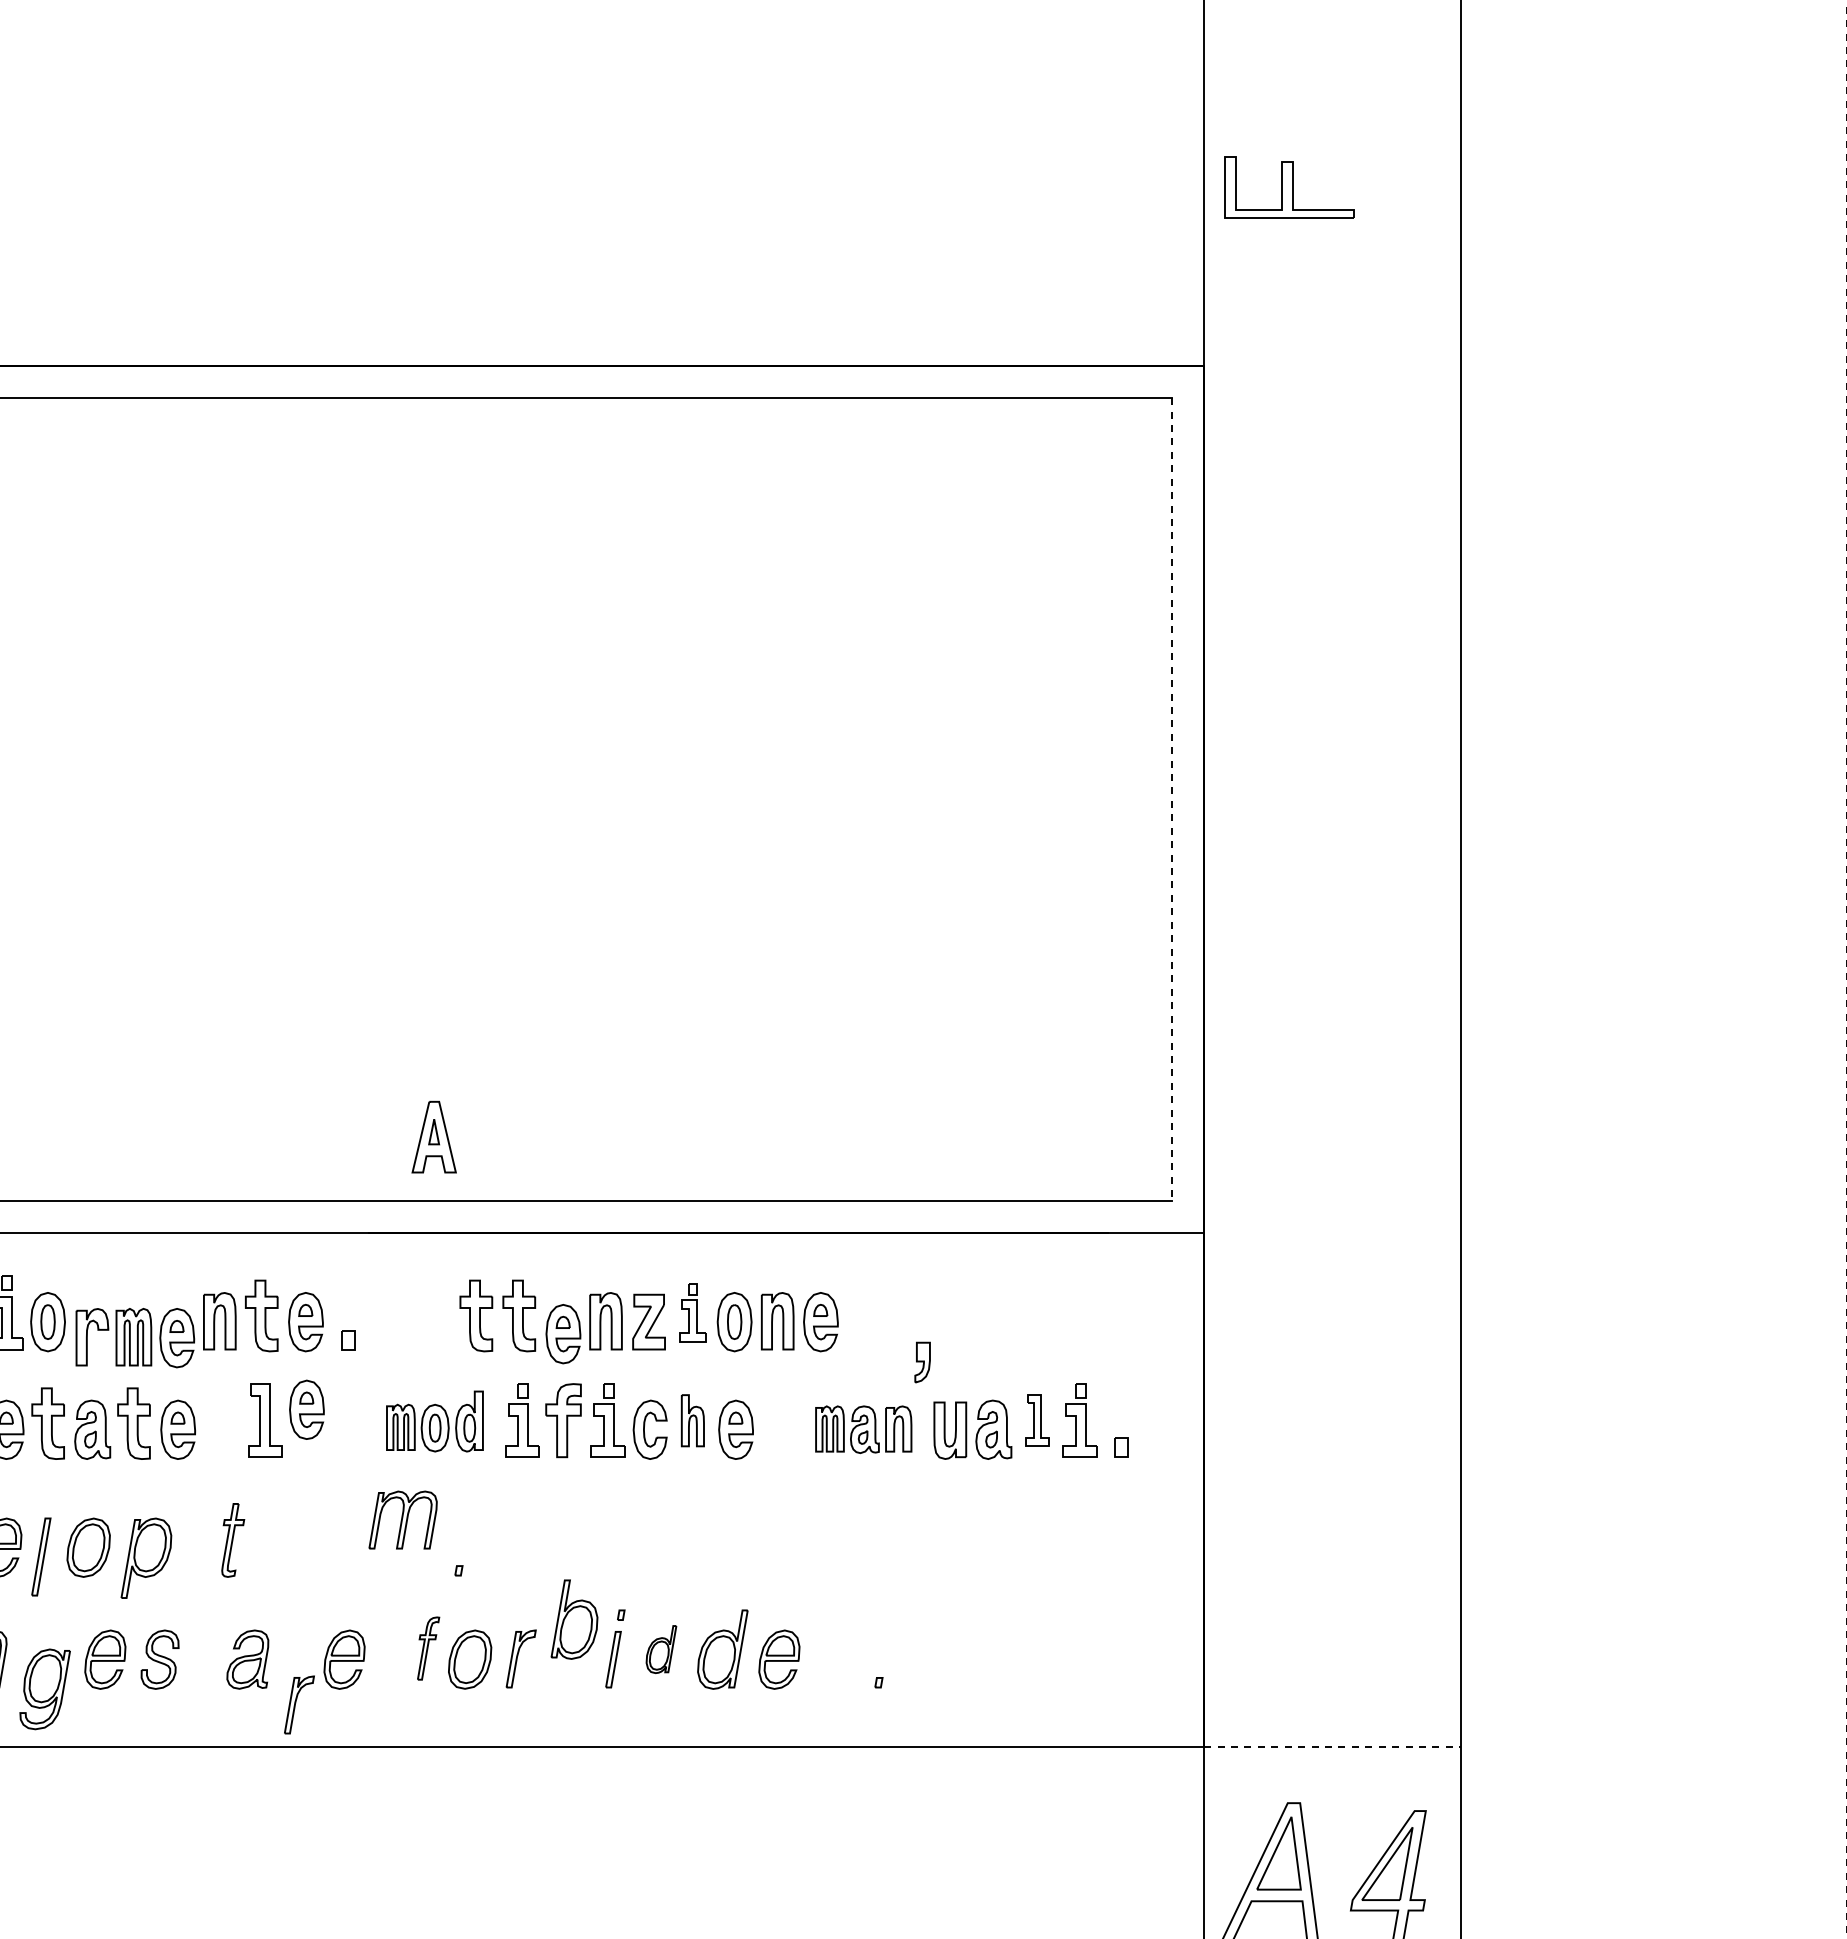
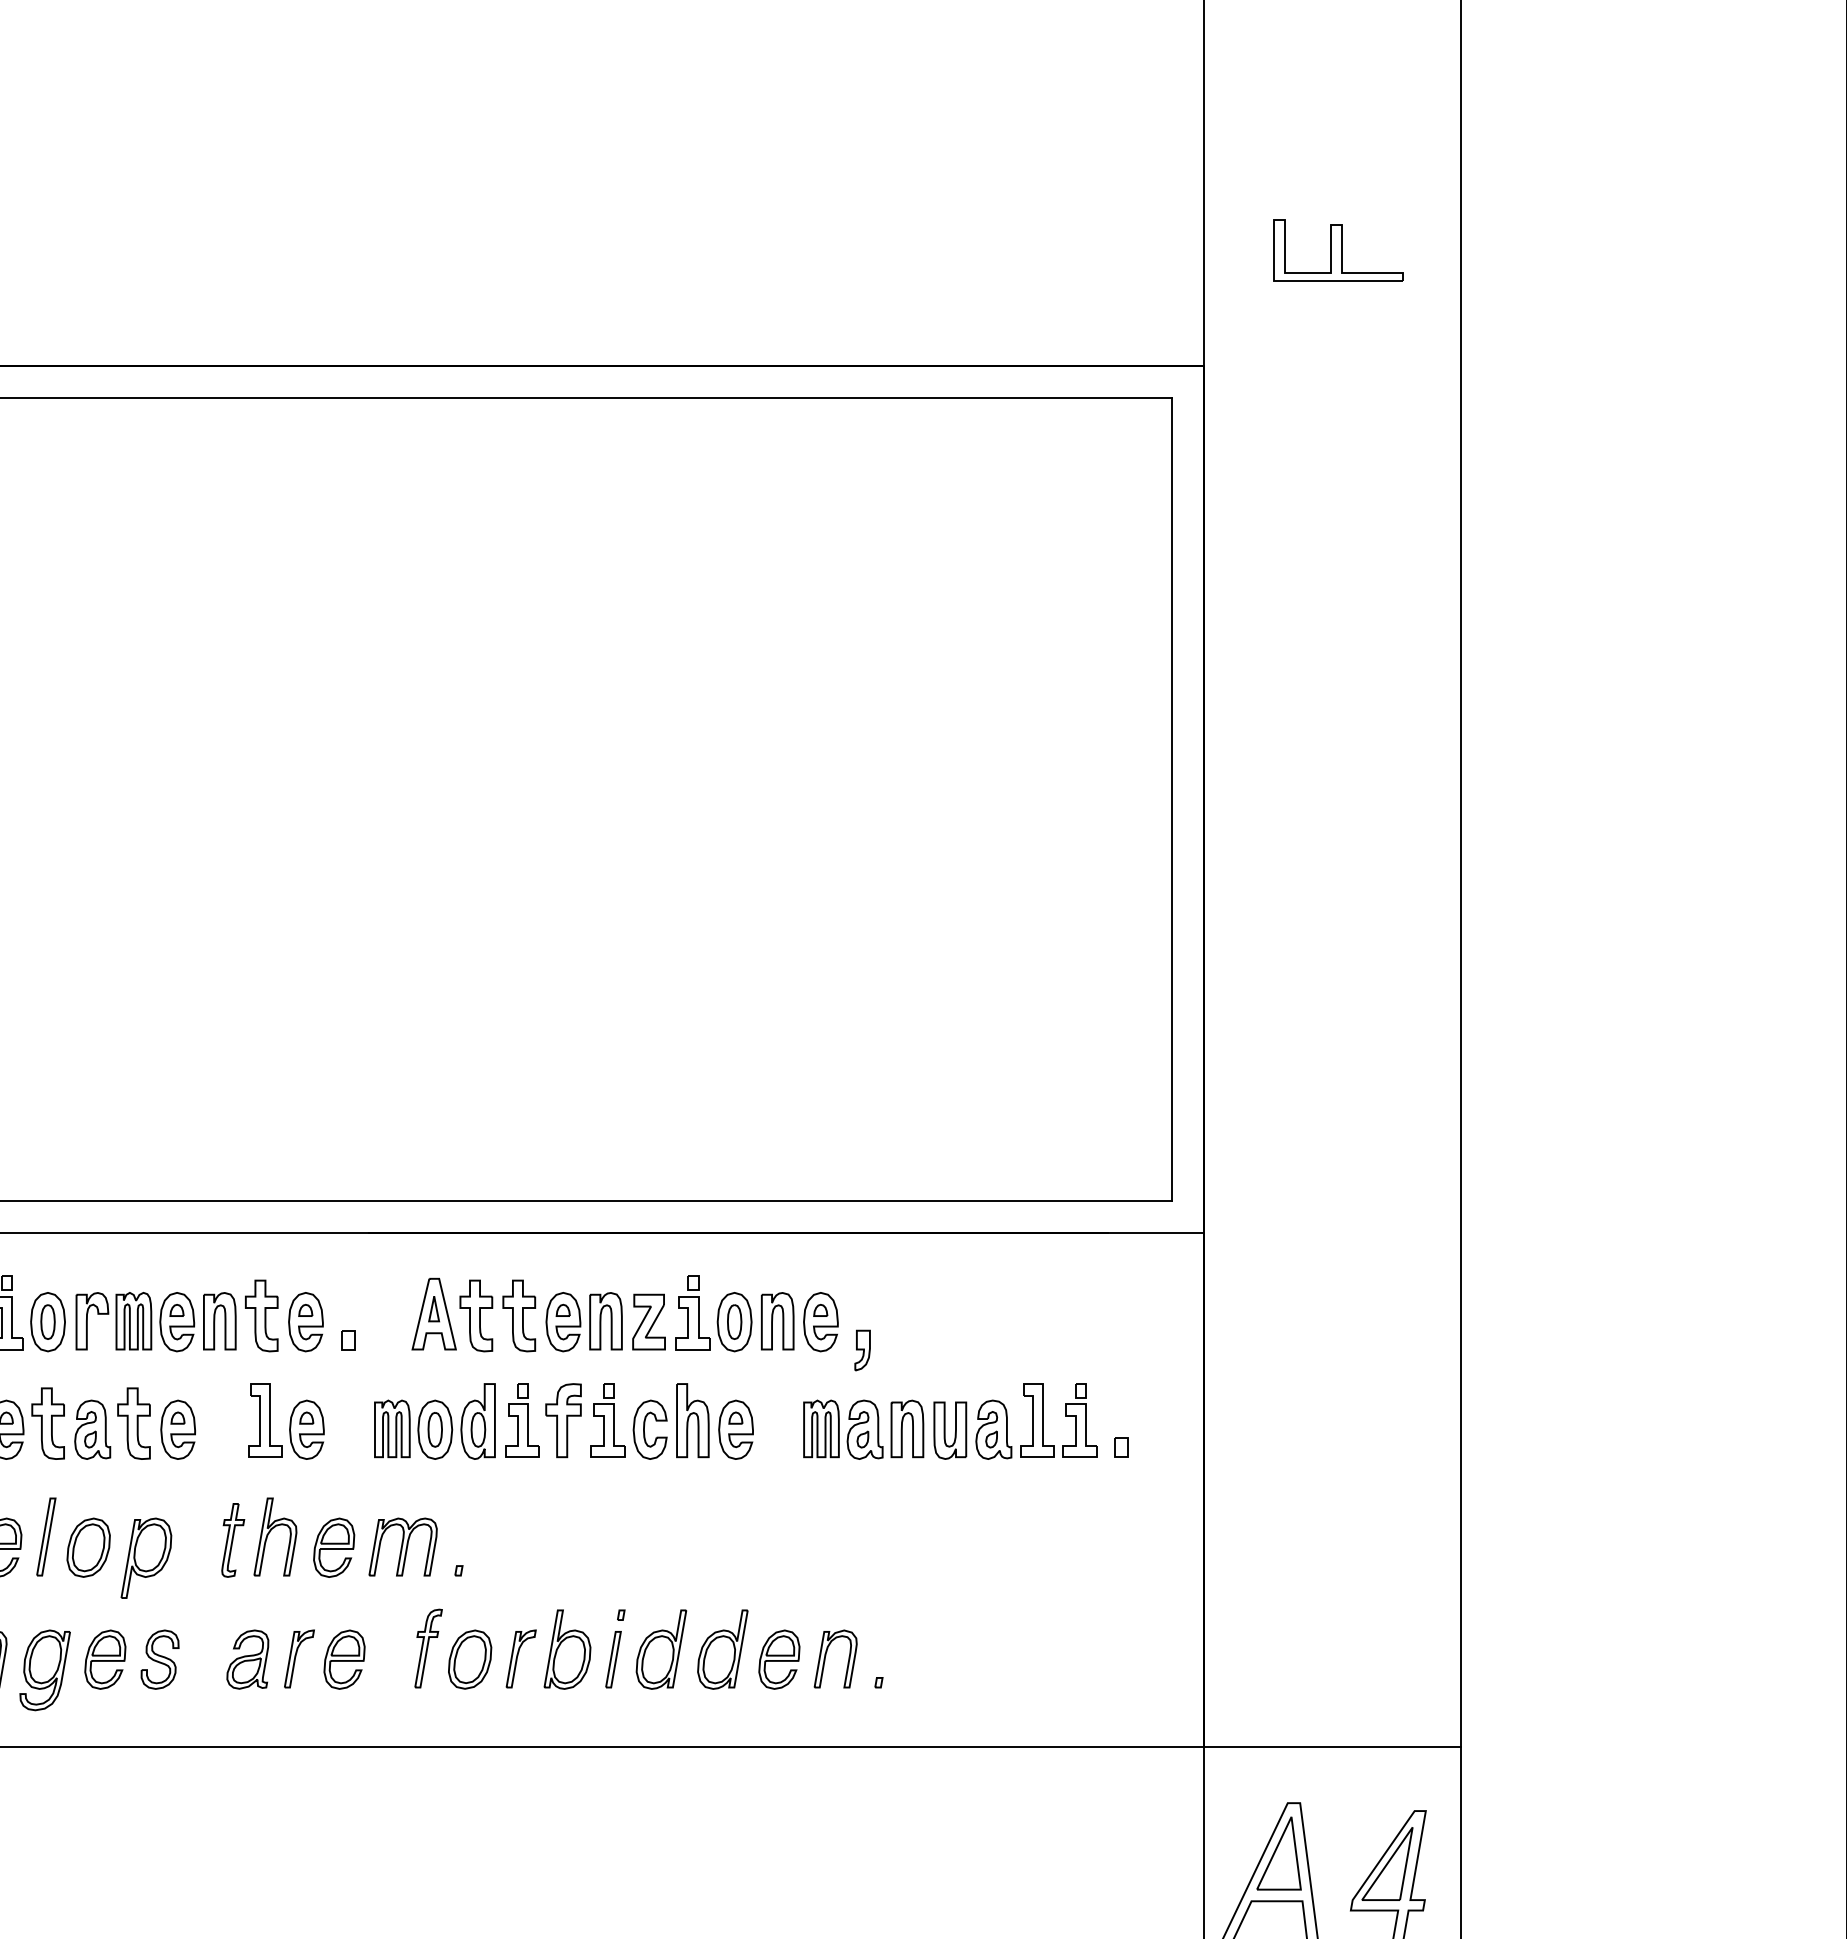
part at (1289, 187) position: (1289, 187) -> (1338, 250)
line at (1172, 799): dashed -> solid
line at (1846, 968): dashed -> solid
part at (433, 1136) position: (433, 1136) -> (433, 1313)
part at (692, 1312) size: 28x60 px -> 36x76 px
part at (563, 1334) position: (563, 1334) -> (563, 1322)
part at (135, 1338) position: (135, 1338) -> (135, 1322)
part at (922, 1362) position: (922, 1362) -> (862, 1350)
part at (306, 1409) position: (306, 1409) -> (306, 1429)
part at (692, 1420) size: 25x54 px -> 34x76 px
part at (1037, 1420) size: 25x53 px -> 35x75 px
part at (434, 1421) size: 98x63 px -> 122x77 px
part at (863, 1429) size: 98x49 px -> 122x61 px
part at (402, 1519) position: (402, 1519) -> (402, 1546)
part at (270, 1532): none -> present
part at (334, 1547): none -> present
part at (41, 1556) position: (41, 1556) -> (46, 1536)
part at (574, 1619) position: (574, 1619) -> (567, 1649)
part at (428, 1648) size: 24x65 px -> 29x81 px
part at (661, 1649) size: 33x49 px -> 53x81 px
part at (826, 1655): none -> present
part at (44, 1689) position: (44, 1689) -> (44, 1670)
part at (299, 1704) position: (299, 1704) -> (299, 1658)
line at (1333, 1747): dashed -> solid
